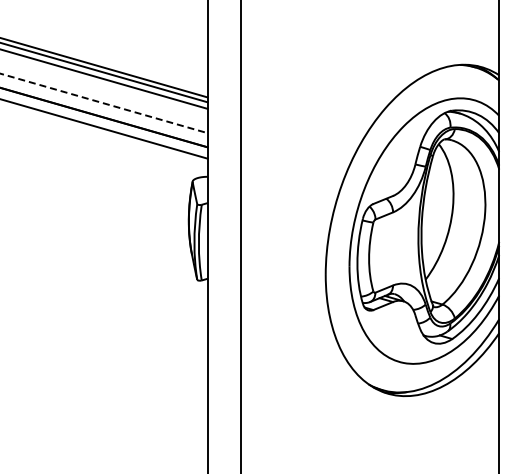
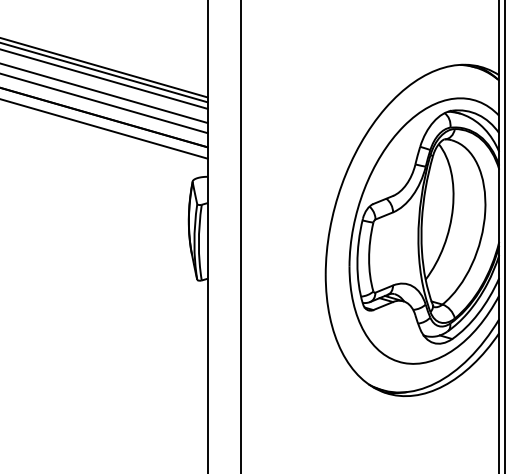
line at (104, 93): none -> present
line at (103, 103): dashed -> solid
line at (504, 236): none -> present
